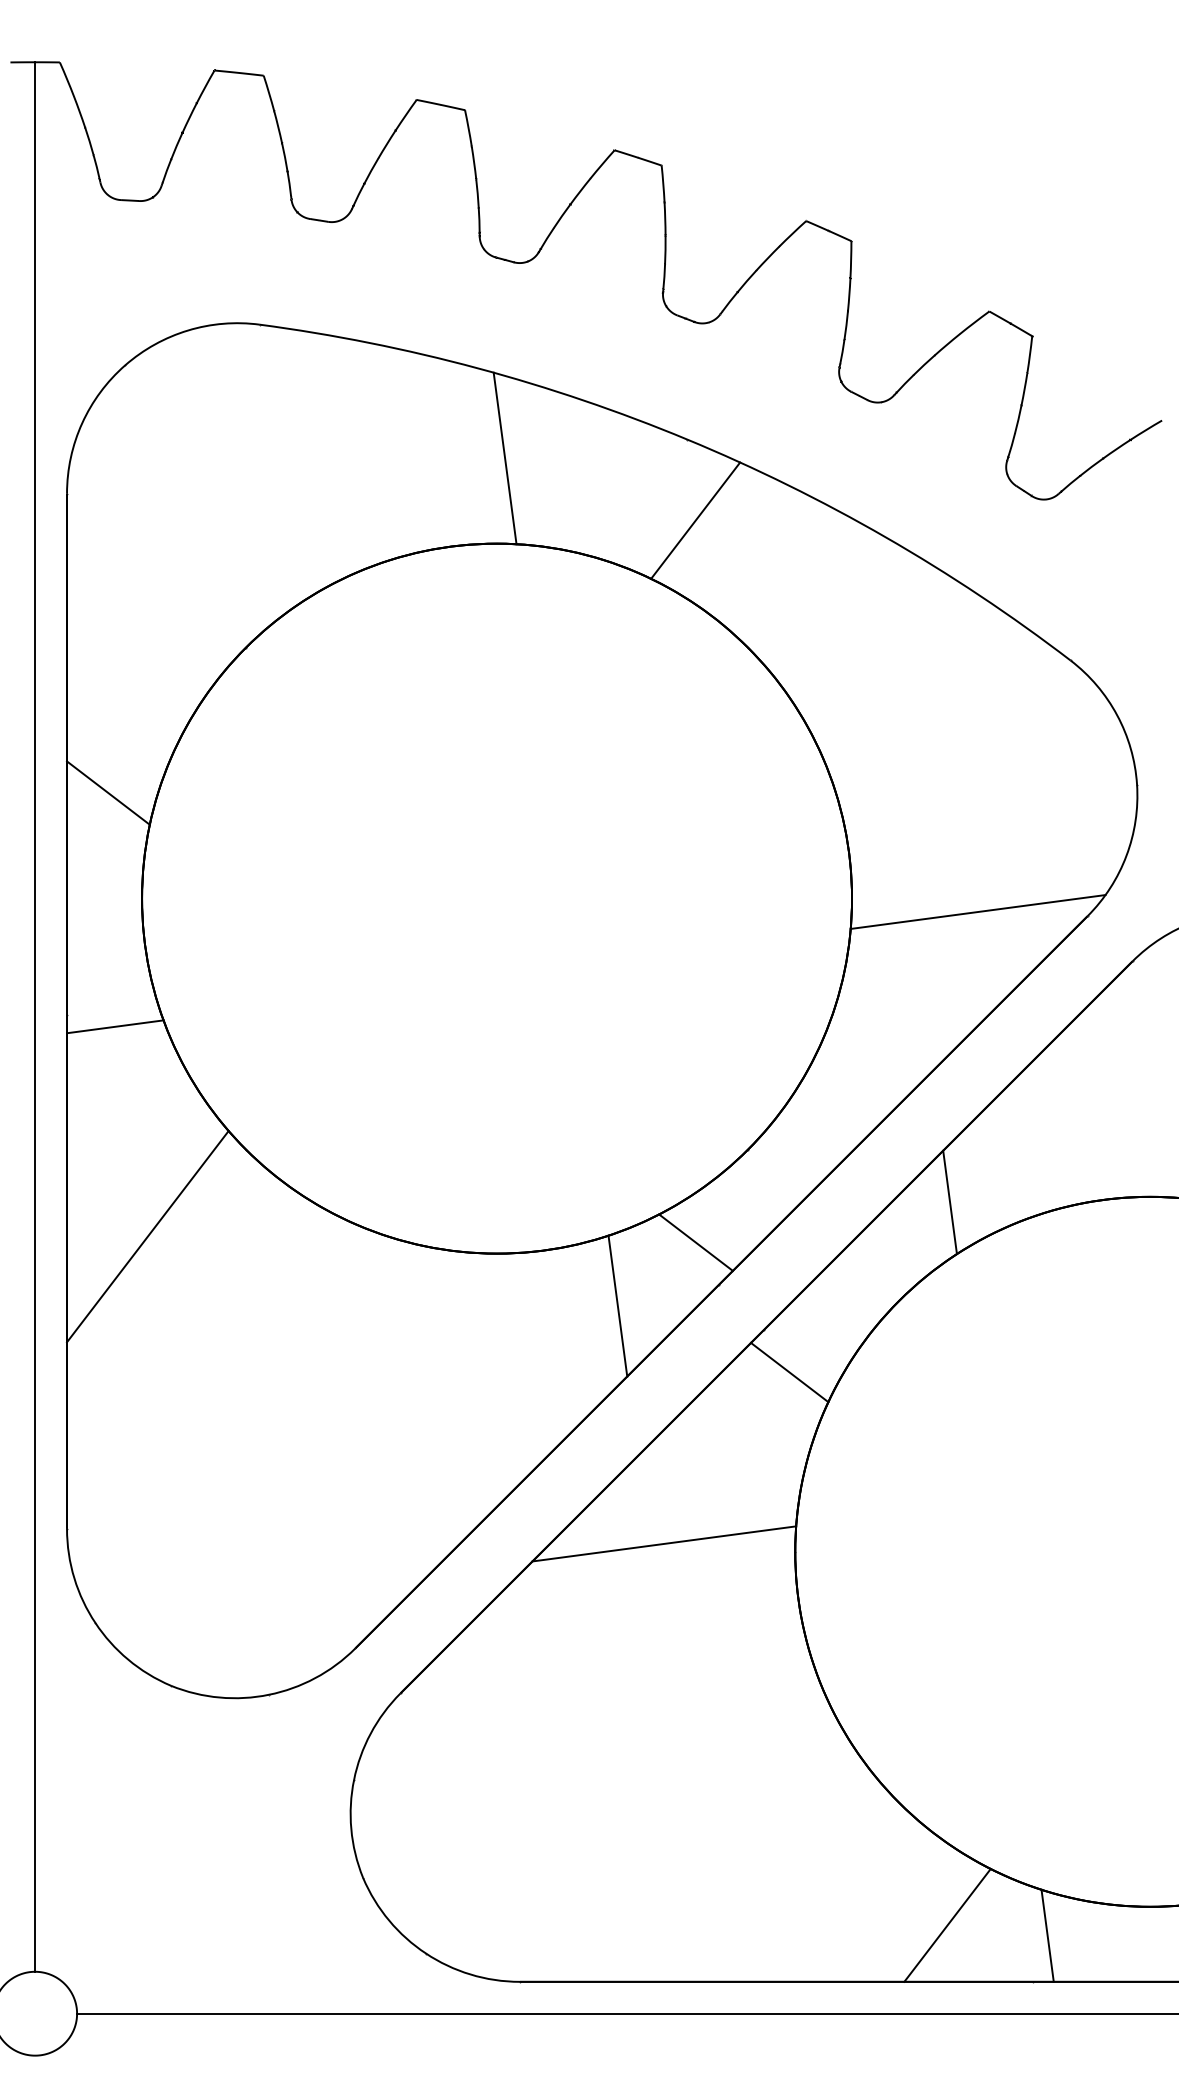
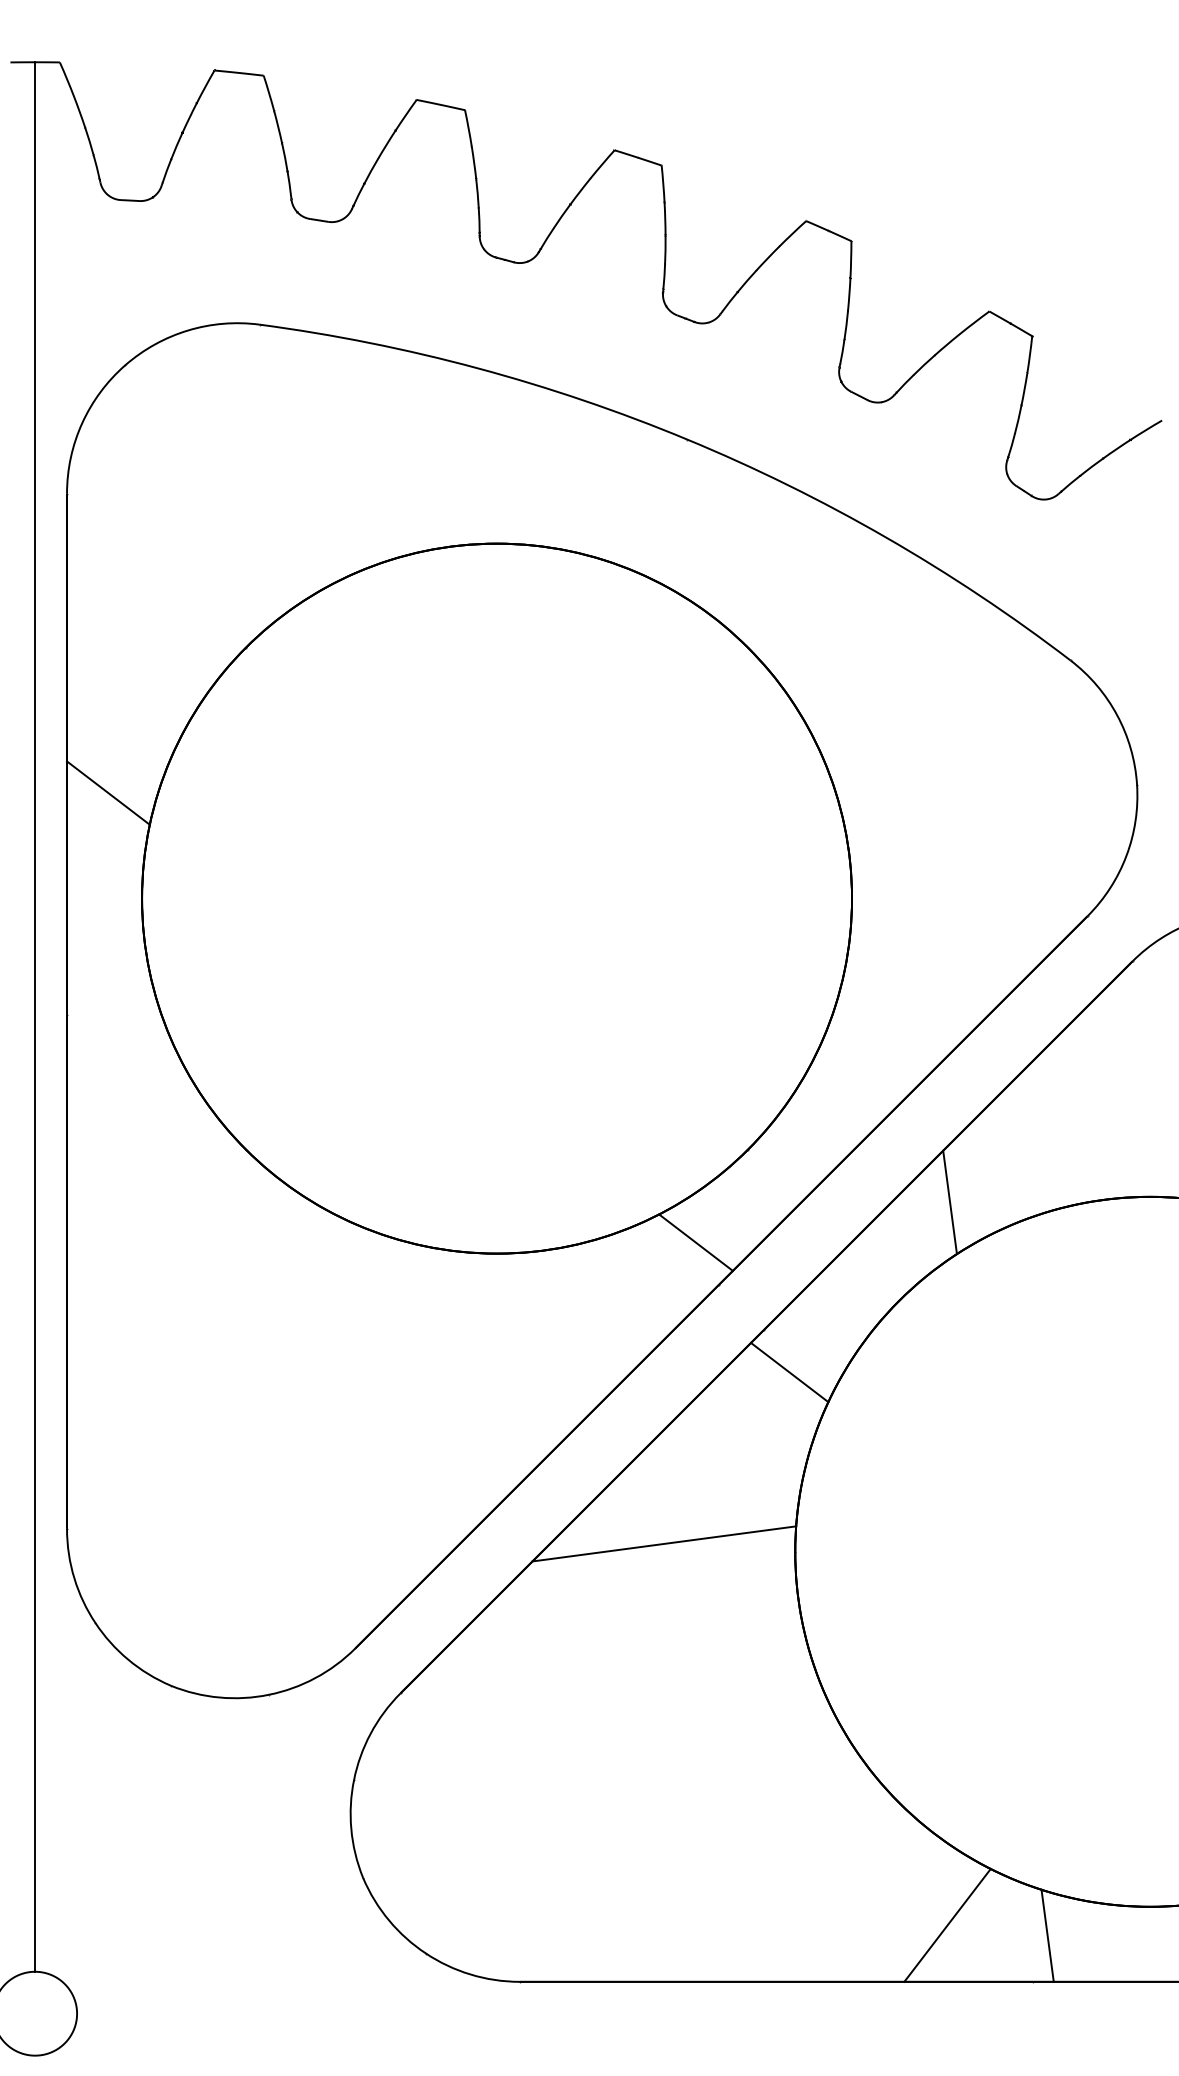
line at (504, 458): present -> none
line at (695, 520): present -> none
line at (977, 911): present -> none
line at (115, 1026): present -> none
line at (147, 1236): present -> none
line at (617, 1305): present -> none
line at (626, 2013): present -> none
